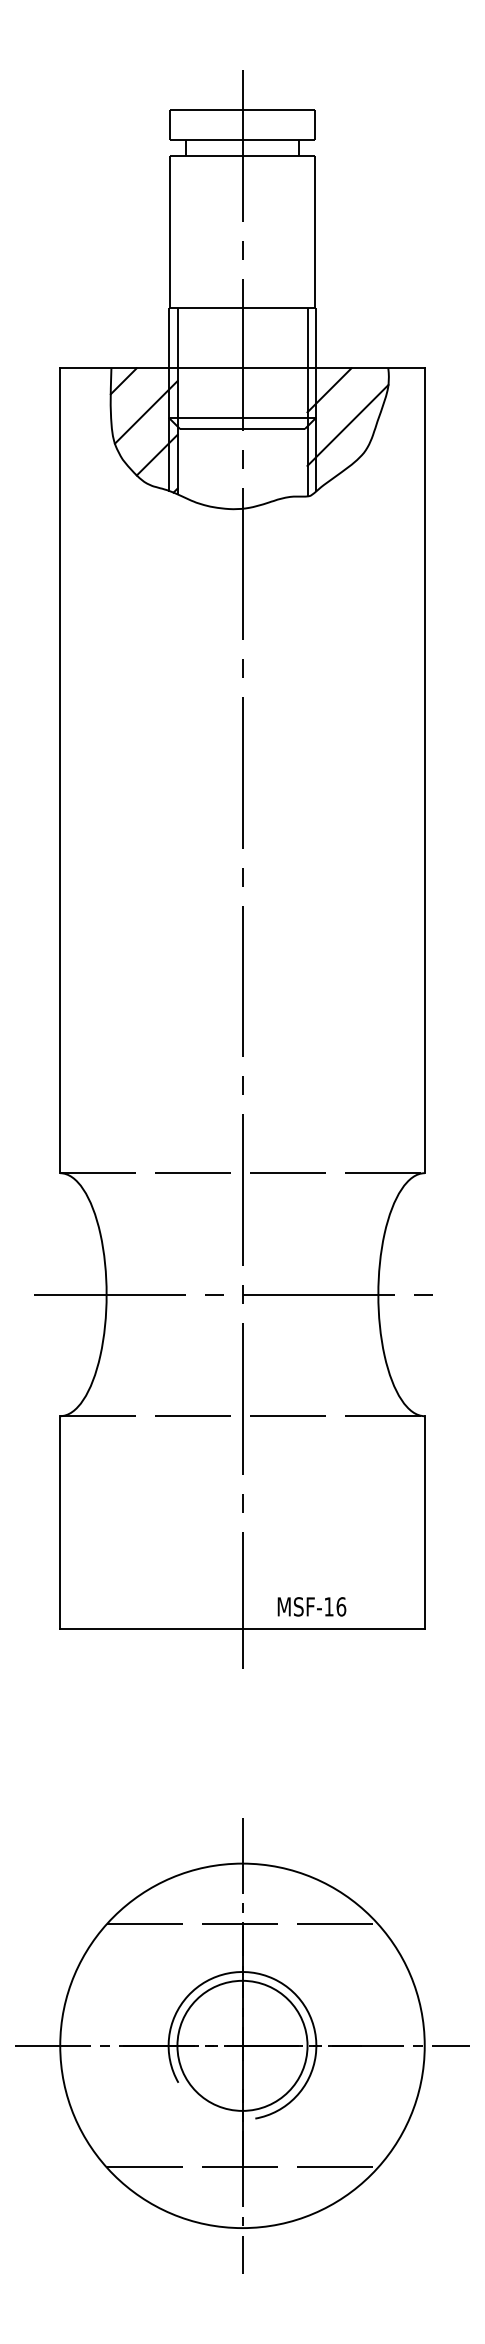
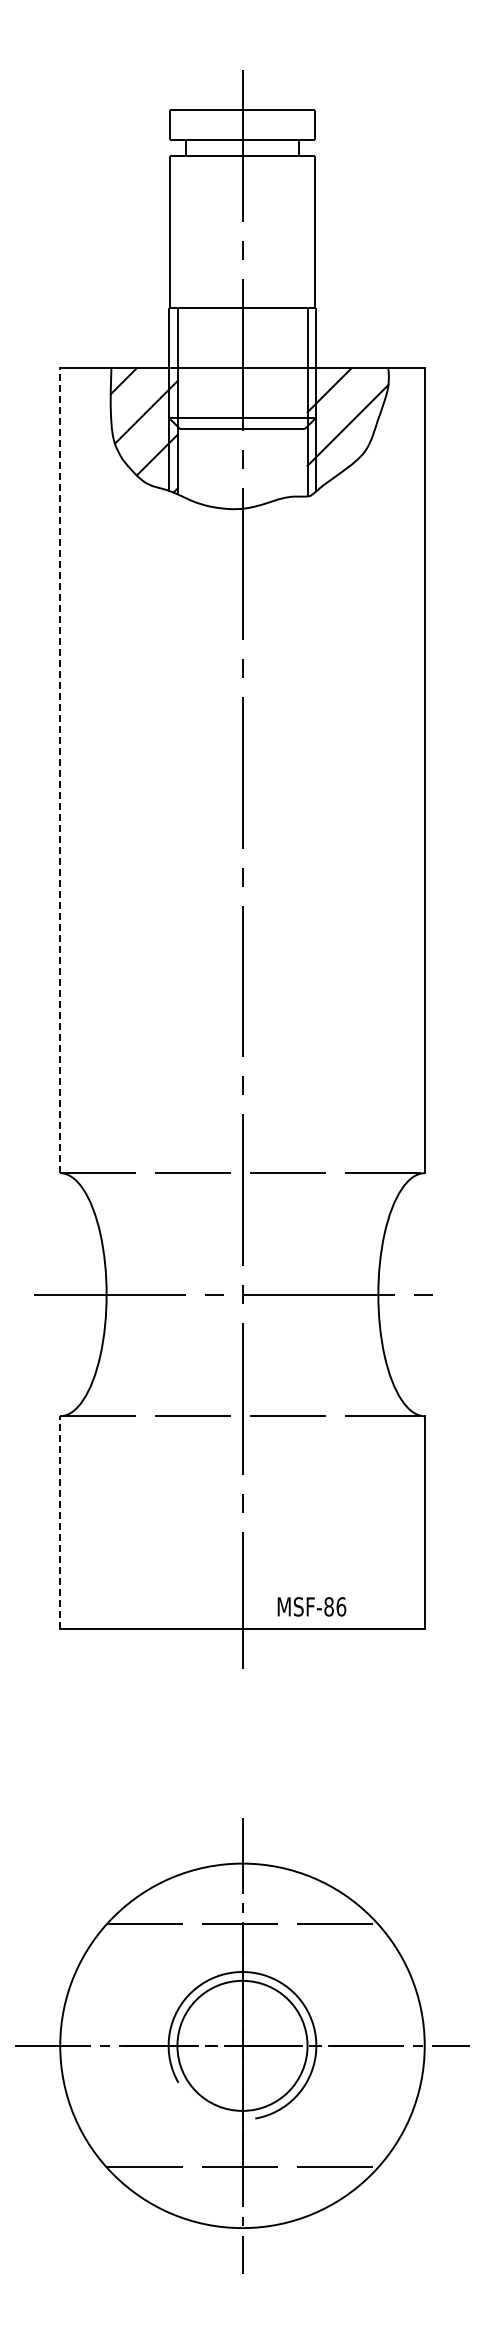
line at (60, 770): solid -> dashed
line at (60, 1522): solid -> dashed
text at (328, 1606): MSF-16 -> MSF-86
